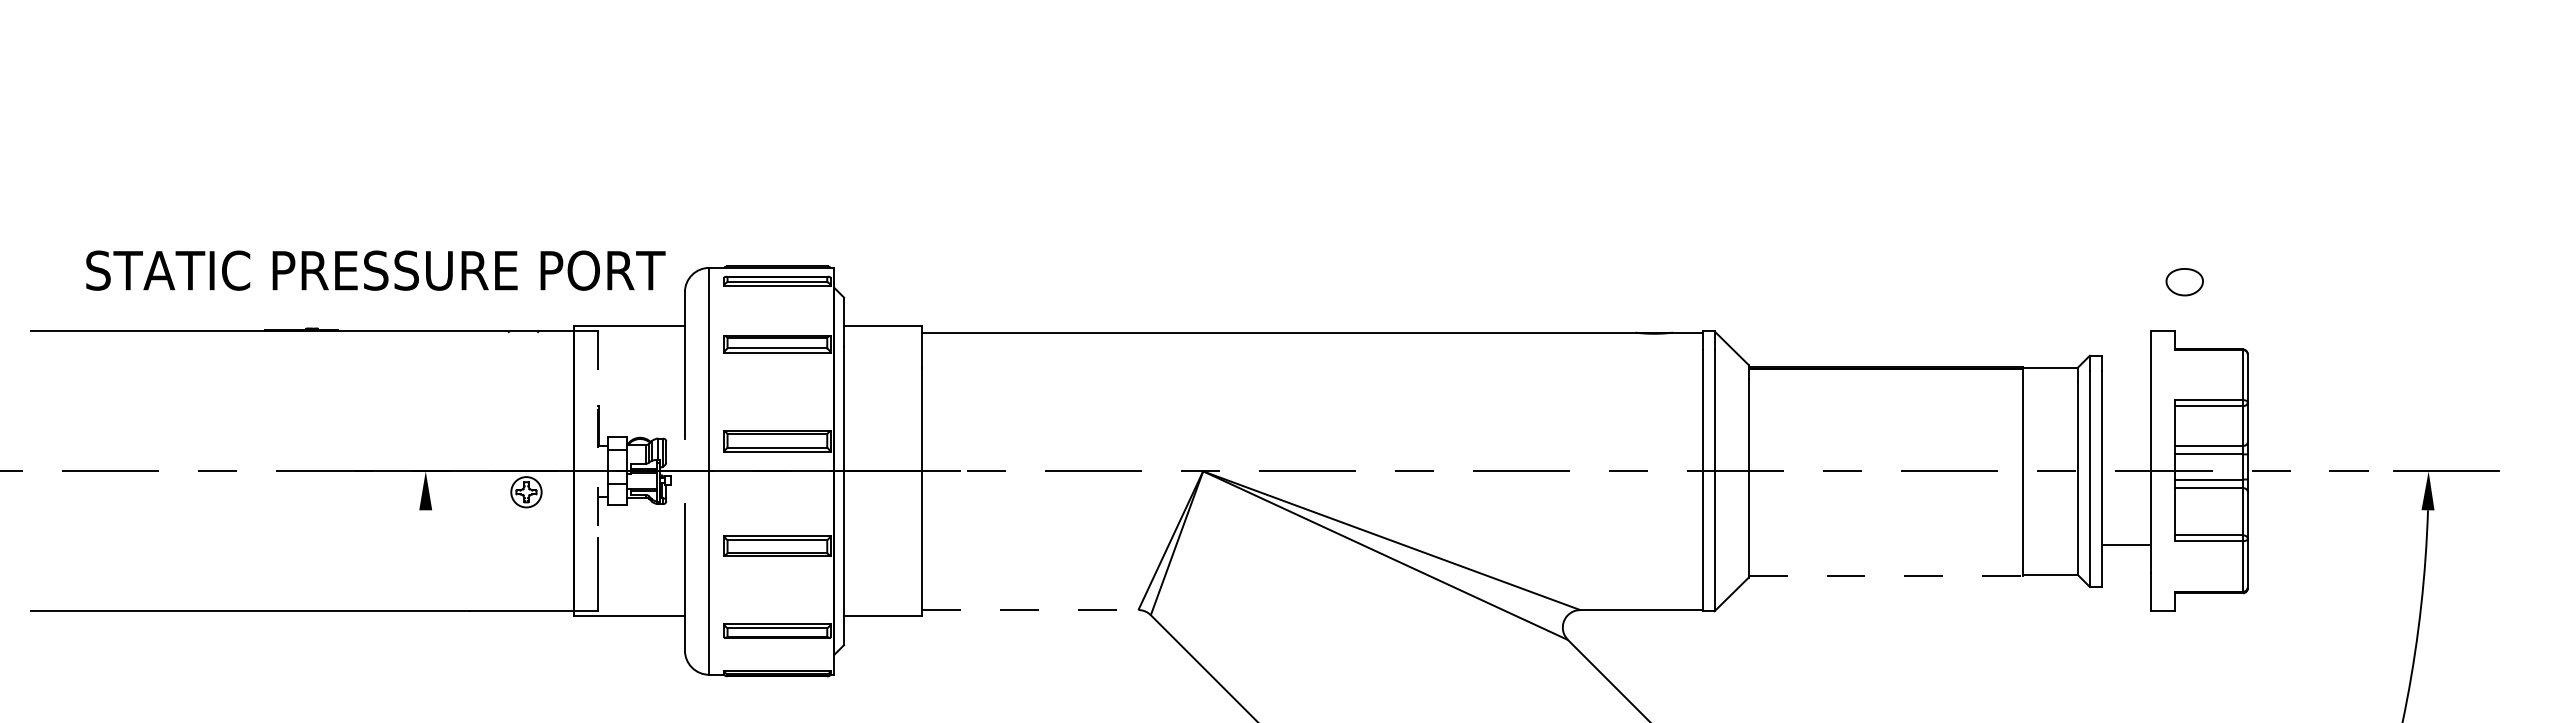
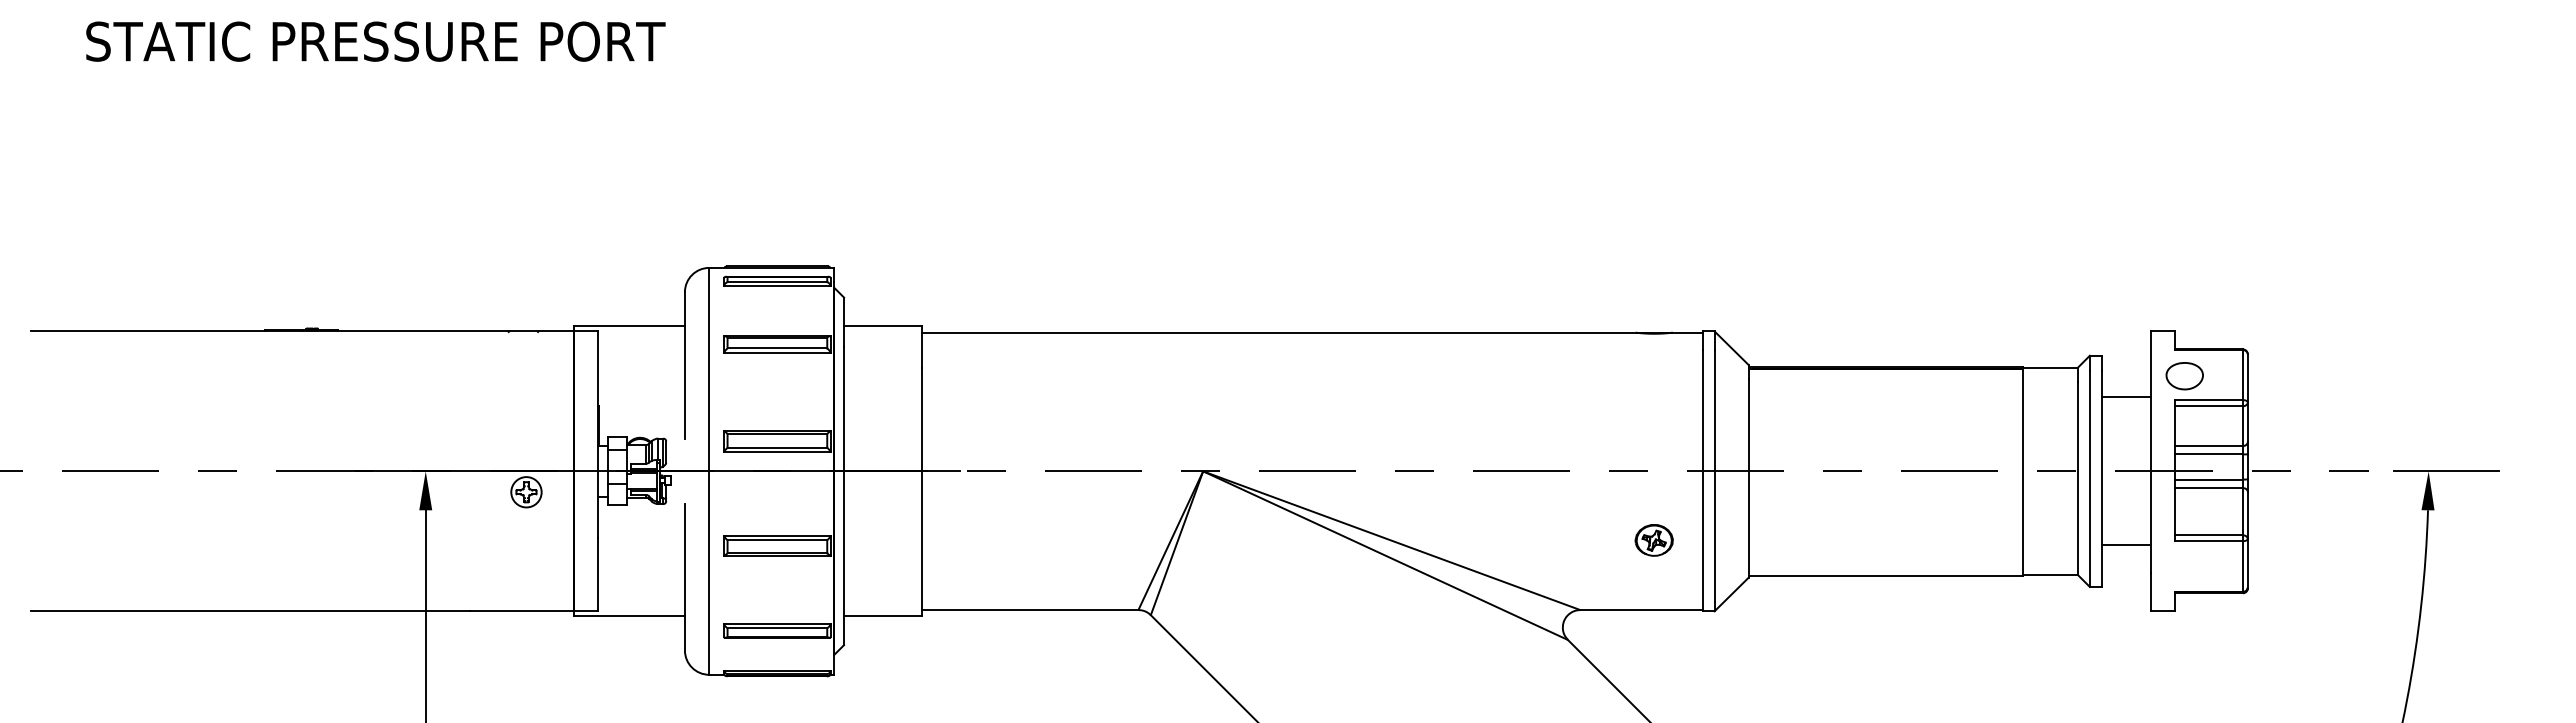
text at (375, 270) position: (375, 270) -> (375, 41)
part at (2184, 282) position: (2184, 282) -> (2184, 376)
line at (2126, 397): none -> present
line at (598, 435): dashed -> solid
part at (1653, 540): none -> present
line at (1886, 575): dashed -> solid
line at (1030, 610): dashed -> solid
line at (425, 614): none -> present
